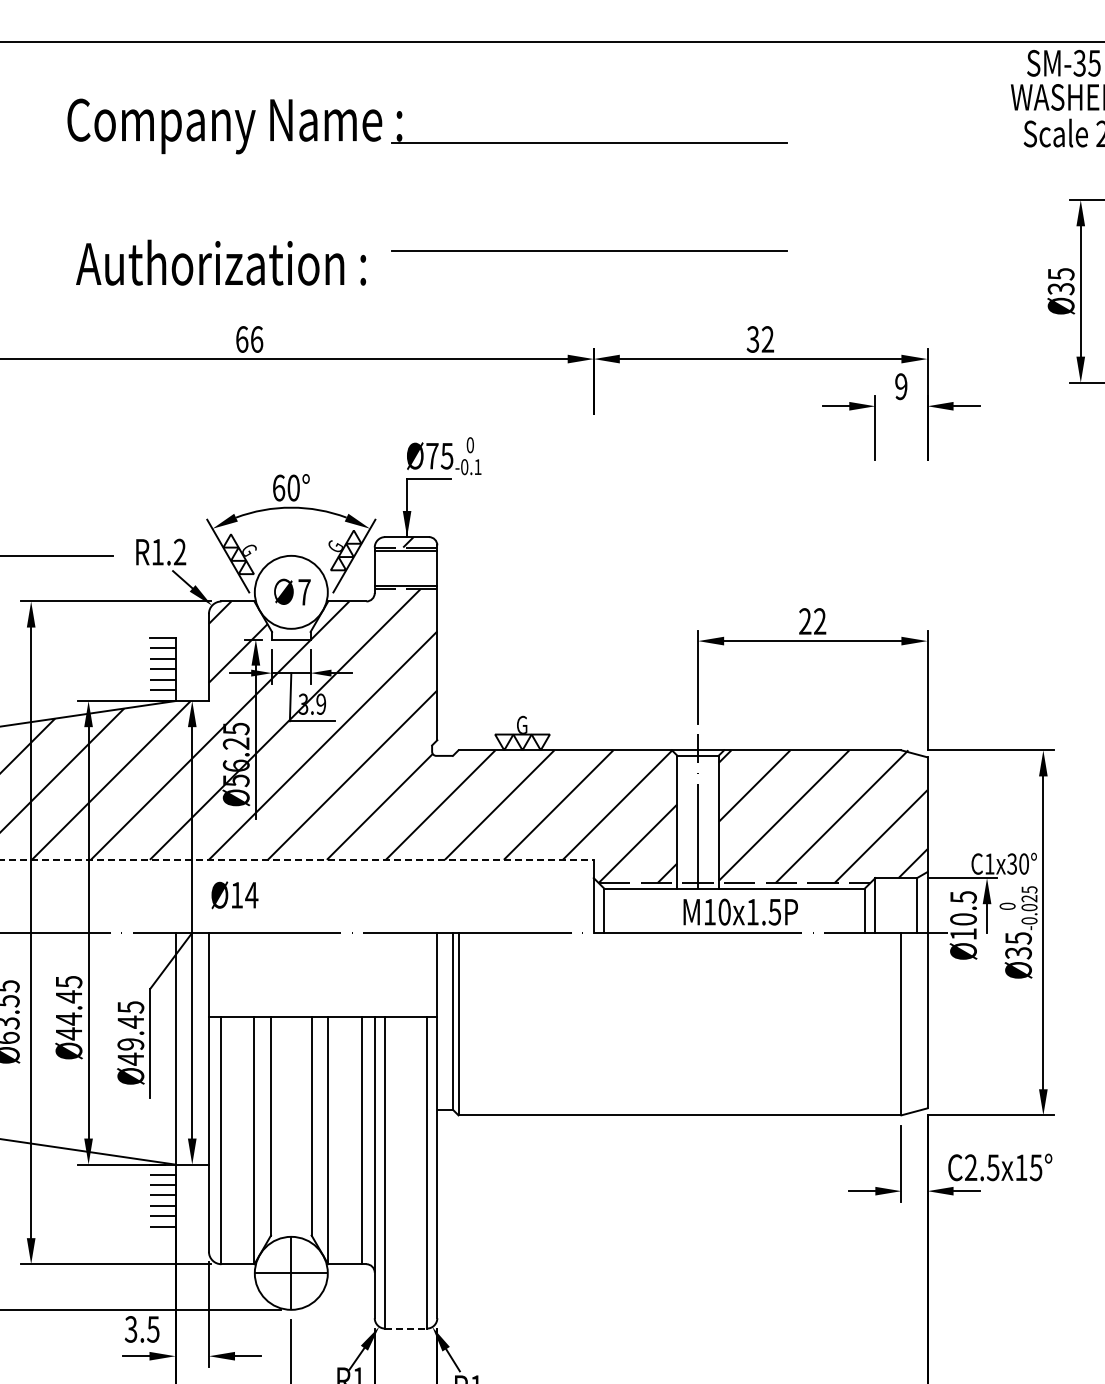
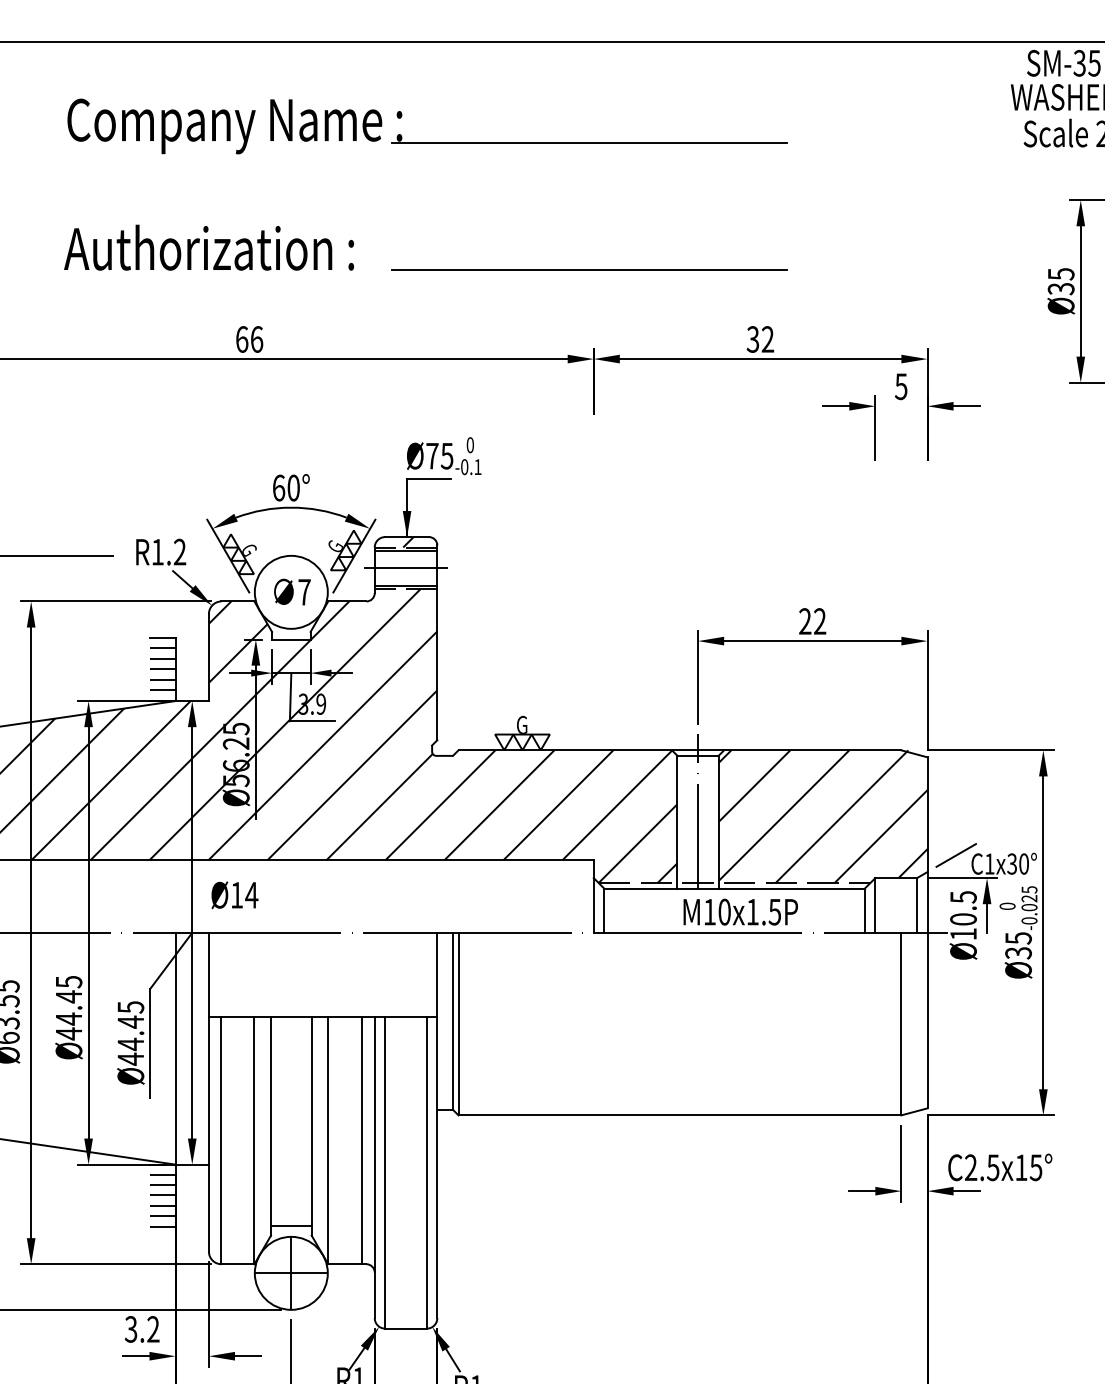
line at (589, 250) position: (589, 250) -> (589, 269)
text at (220, 262) position: (220, 262) -> (208, 247)
text at (901, 386): 9 -> 5
line at (405, 568): none -> present
line at (956, 855): none -> present
line at (297, 859): dashed -> solid
text at (130, 1044): Ø49.45 -> Ø44.45
line at (291, 1226): none -> present
line at (406, 1328): dashed -> solid
text at (153, 1329): 3.5 -> 3.2
